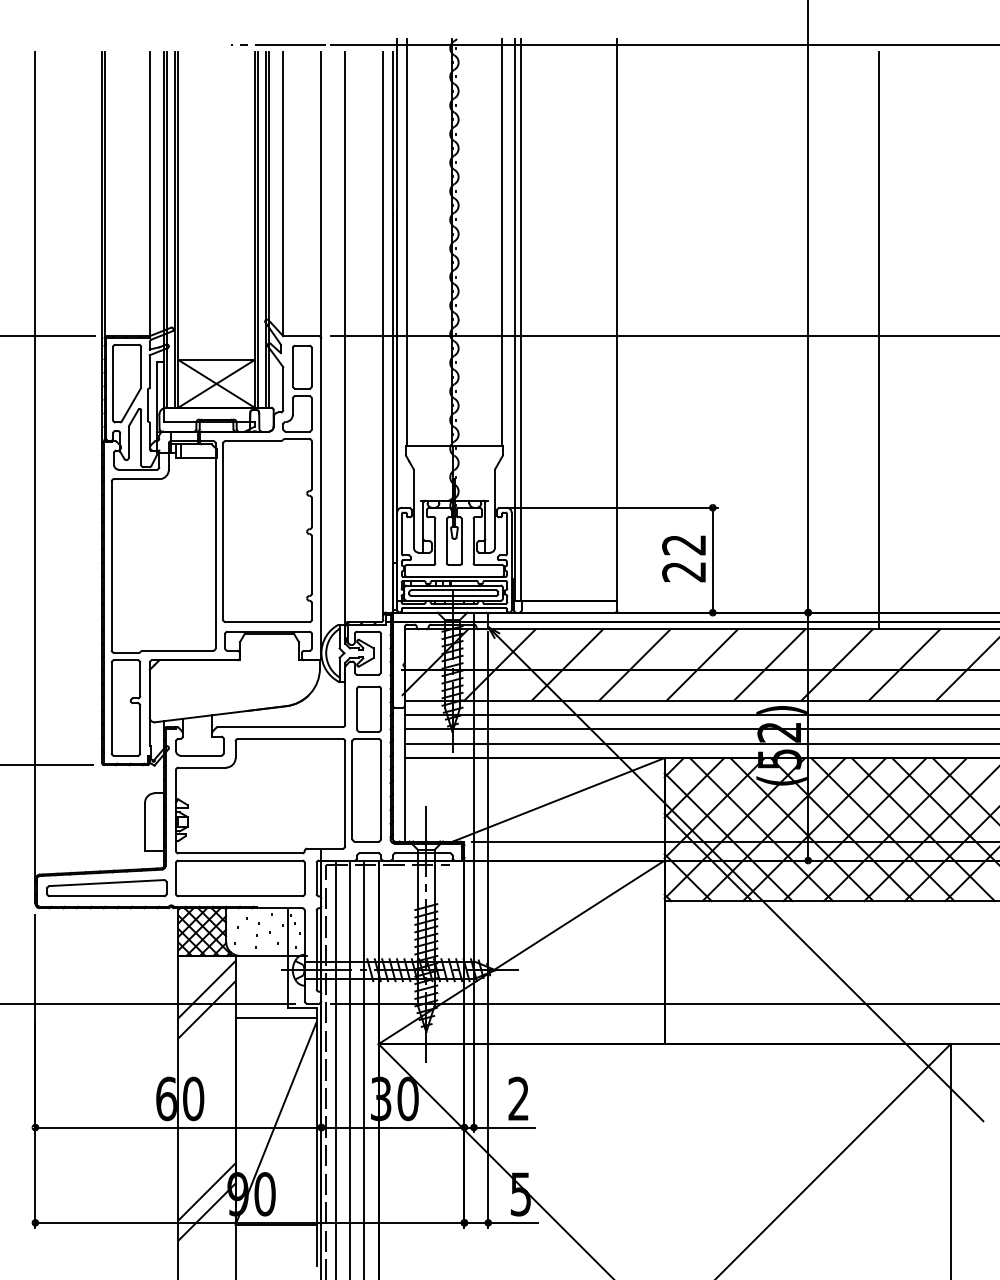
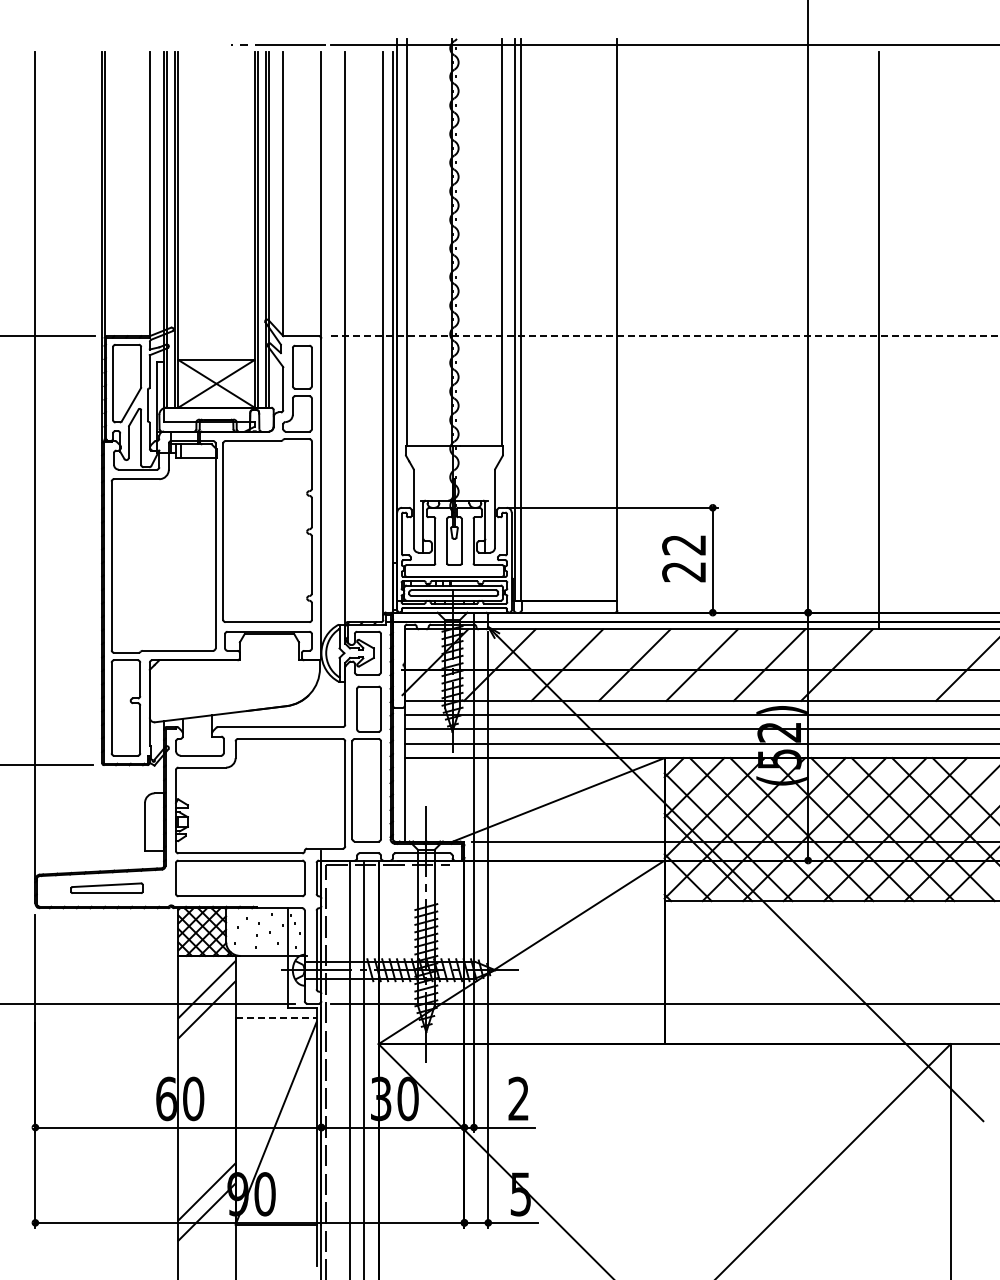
line at (665, 336): solid -> dashed
line at (904, 664): present -> none
part at (106, 888) size: 122x19 px -> 74x12 px
line at (276, 1017): solid -> dashed
line at (335, 1068): present -> none
